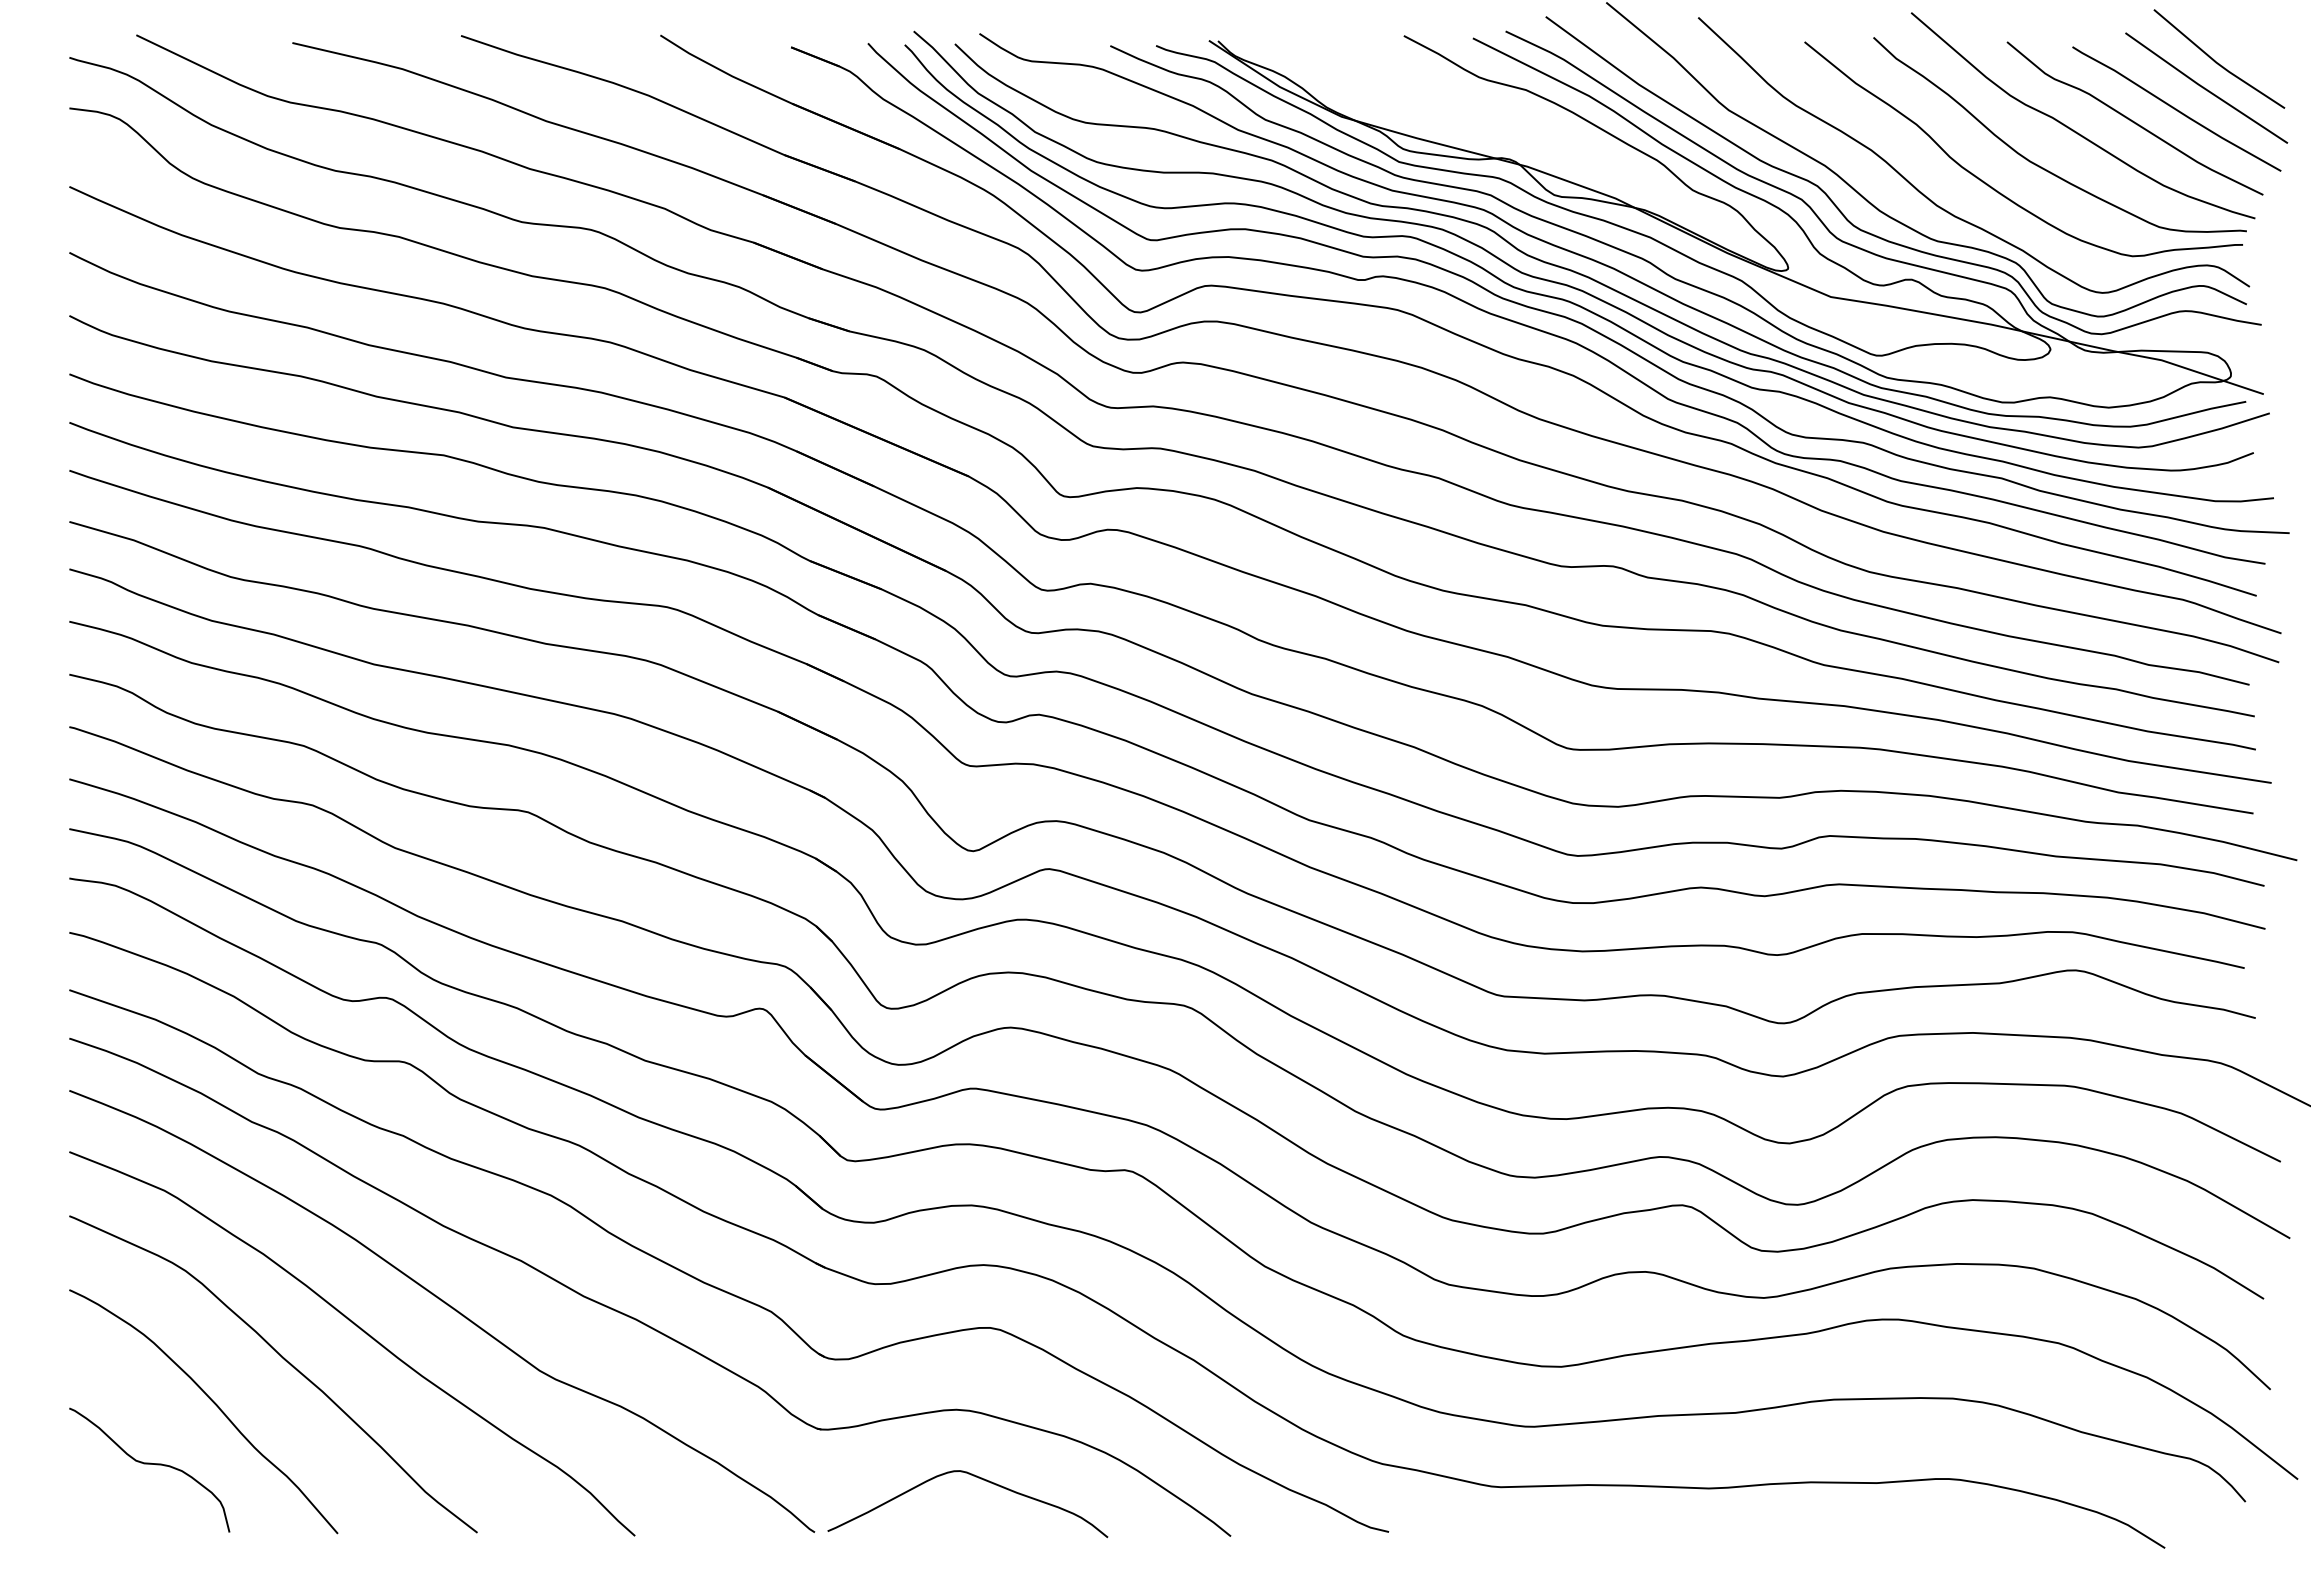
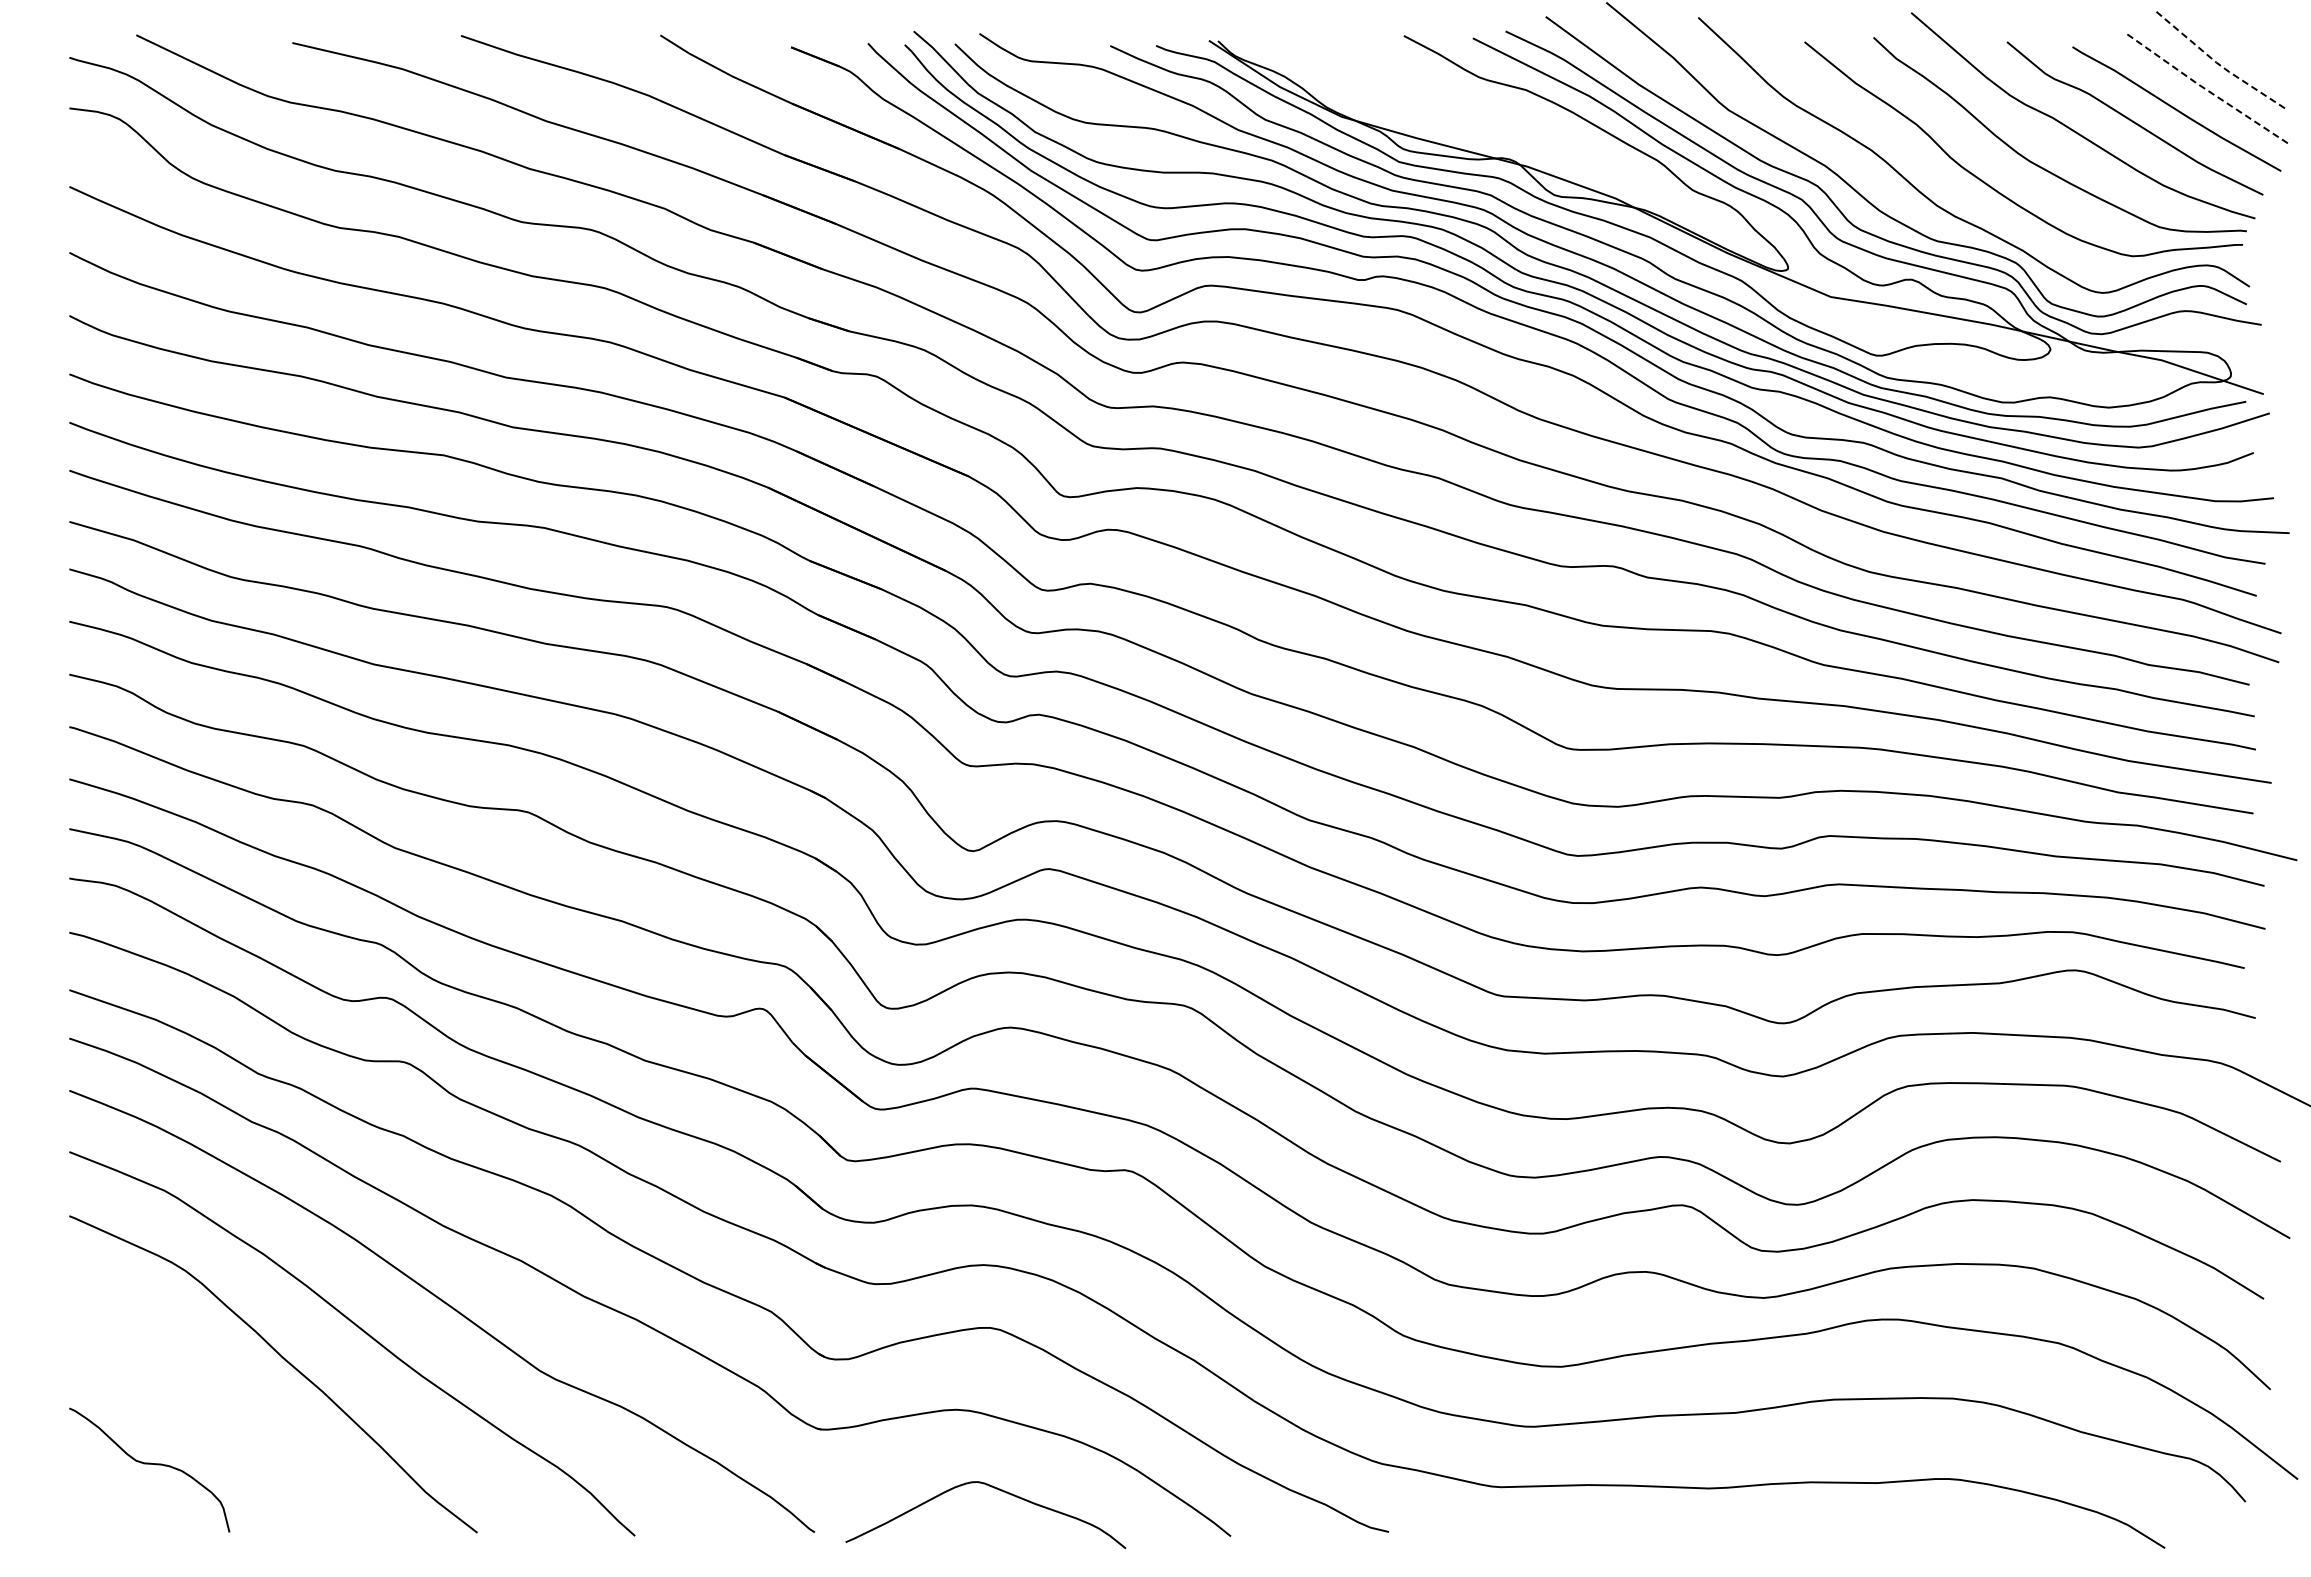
line at (2216, 62): solid -> dashed
line at (2205, 89): solid -> dashed
curve at (212, 1402): present -> none
curve at (975, 1477) position: (975, 1477) -> (993, 1488)
